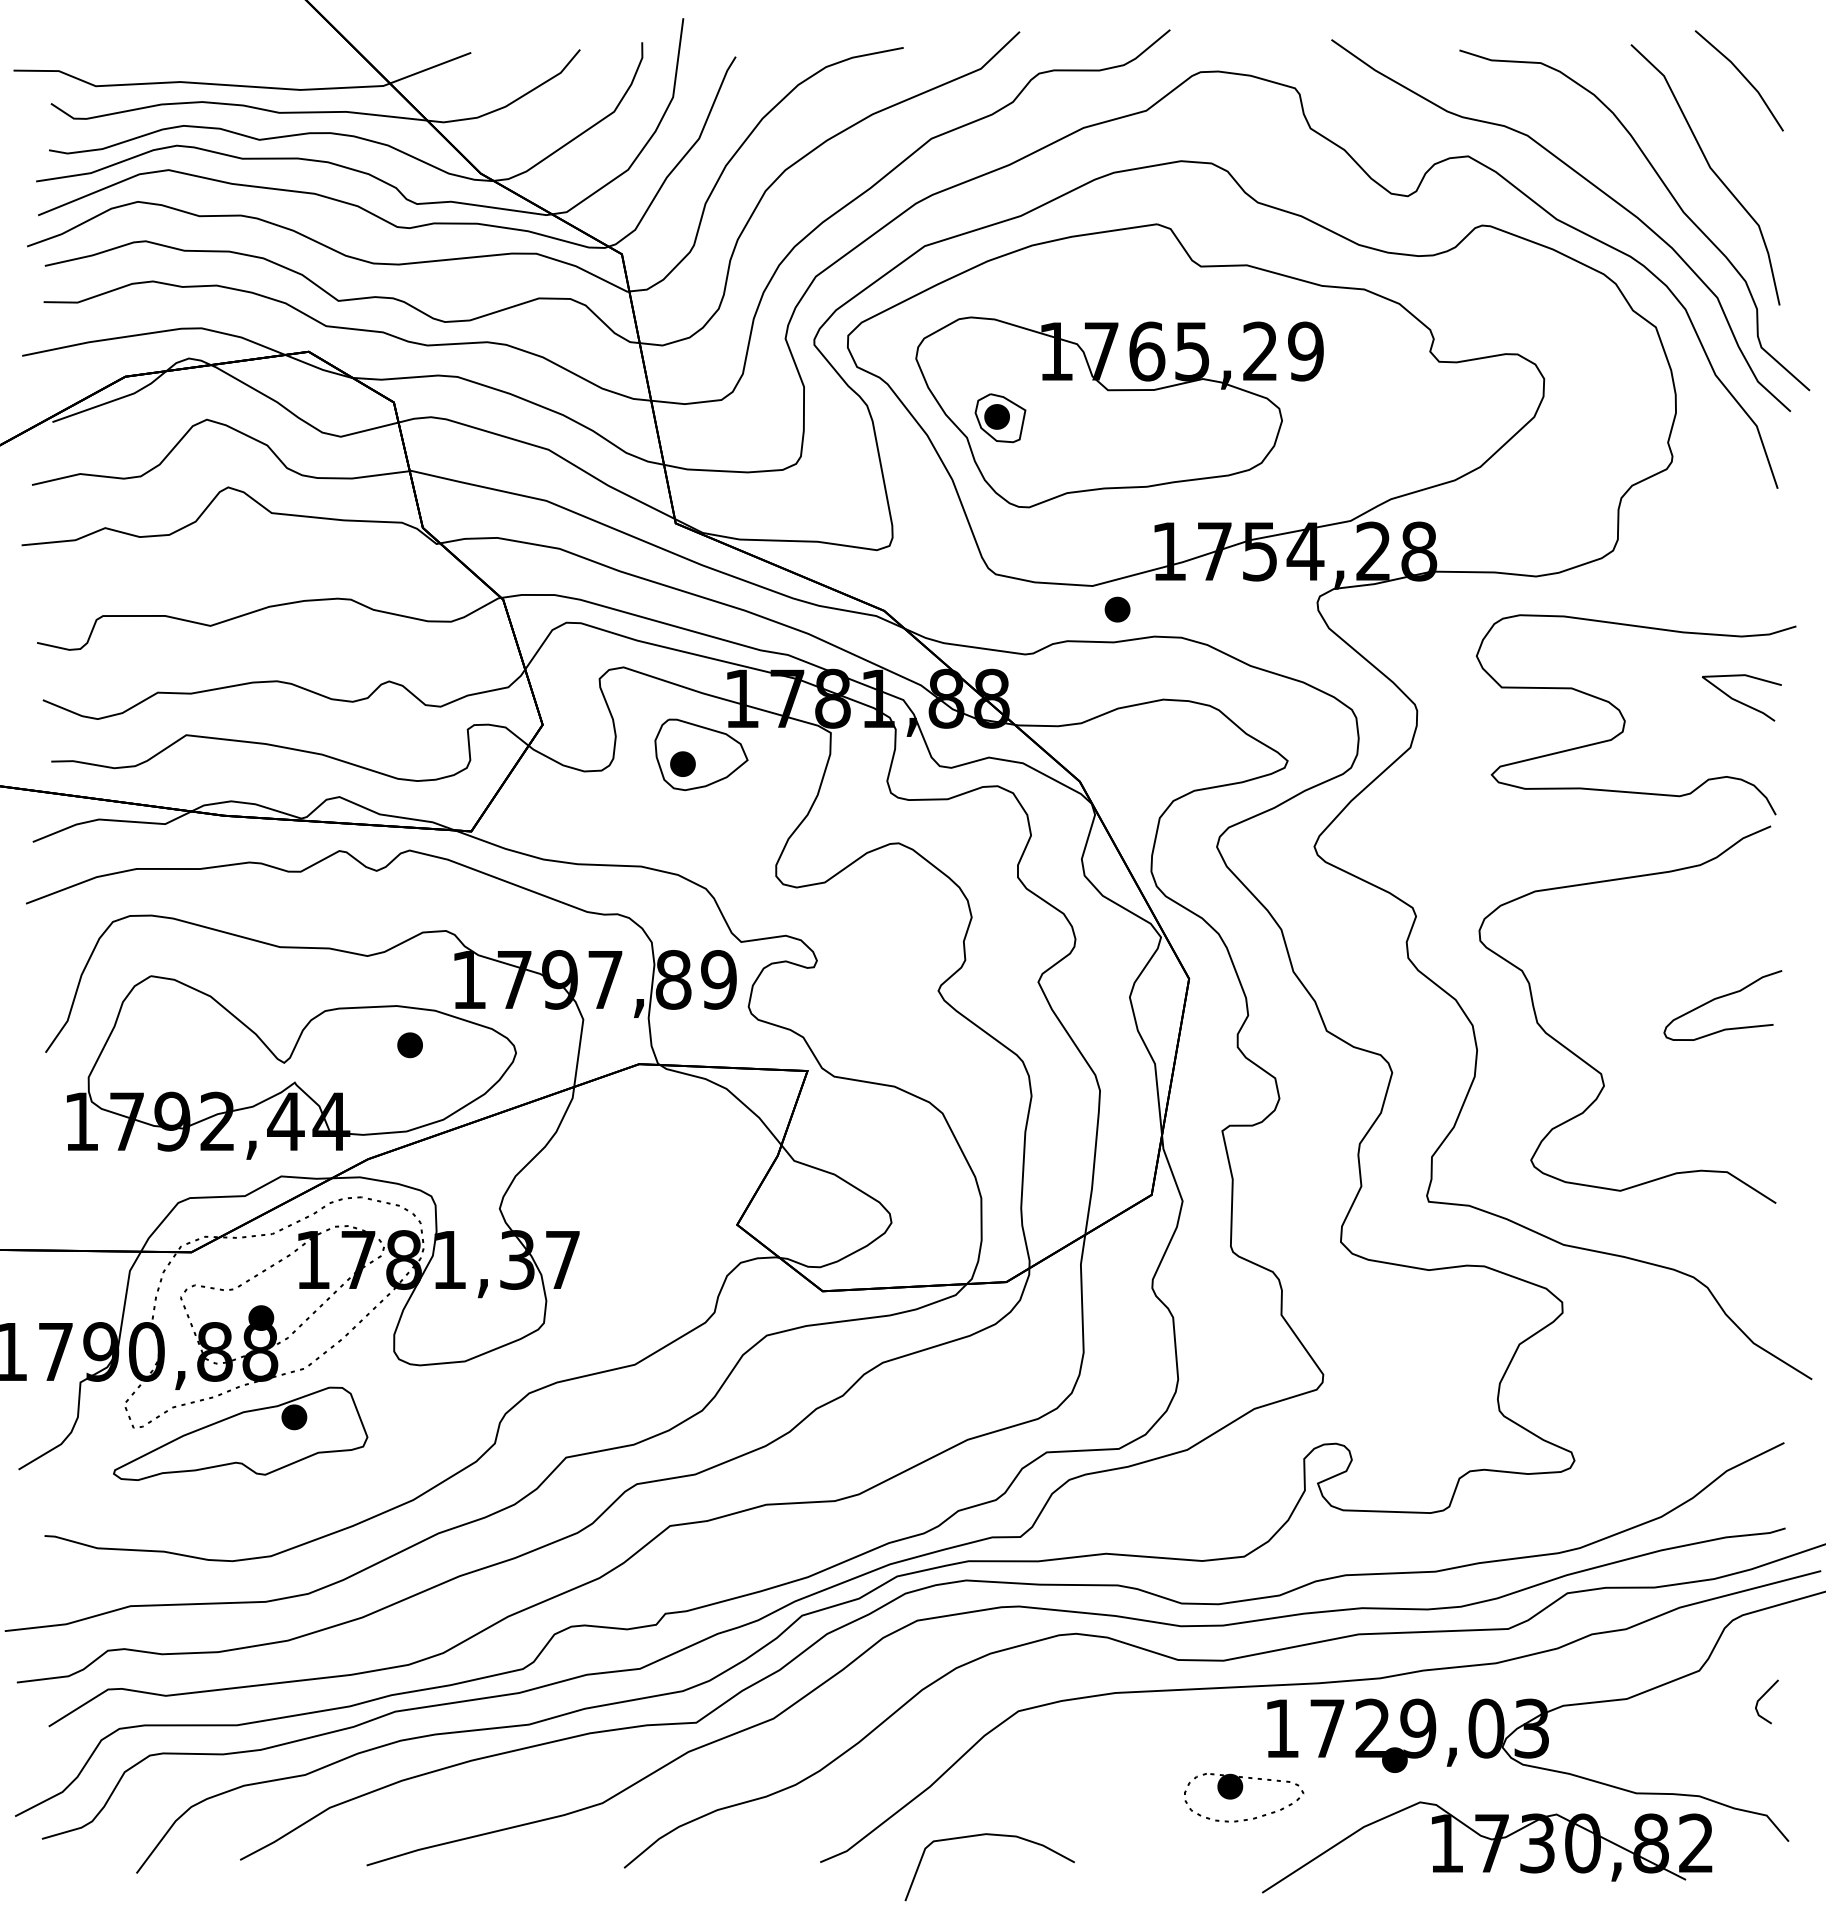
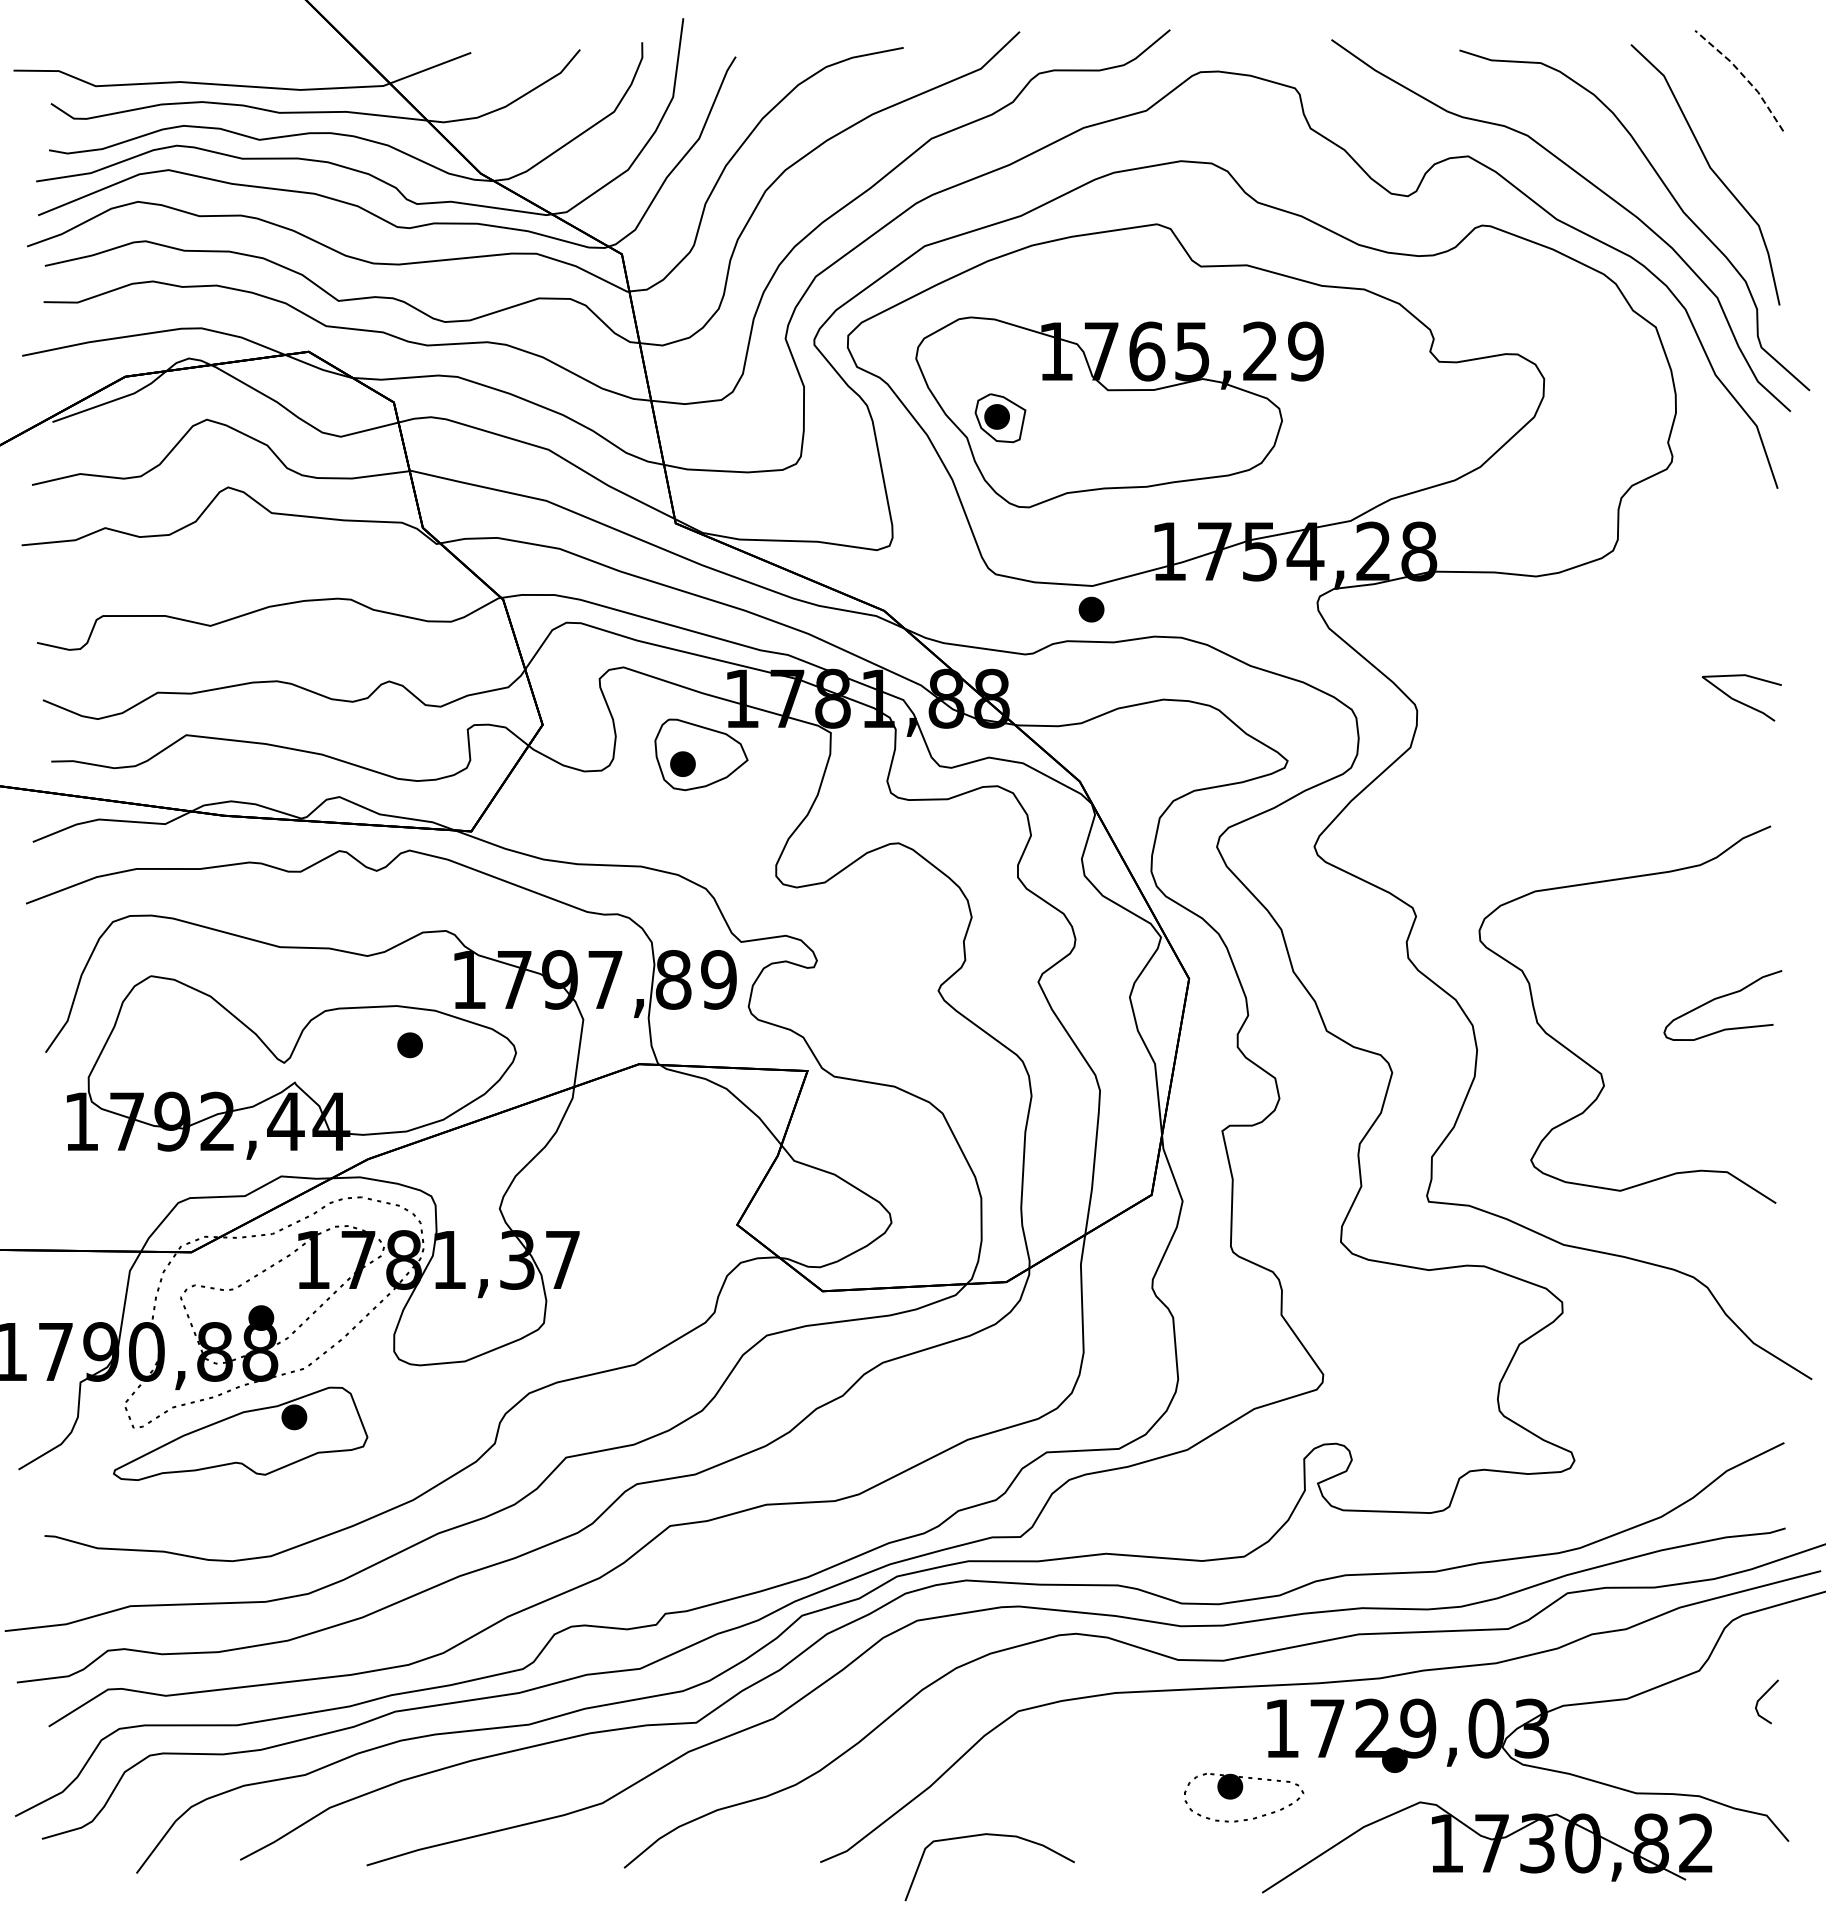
line at (1744, 76): solid -> dashed
part at (1117, 609) position: (1117, 609) -> (1091, 609)
curve at (1625, 719): present -> none
